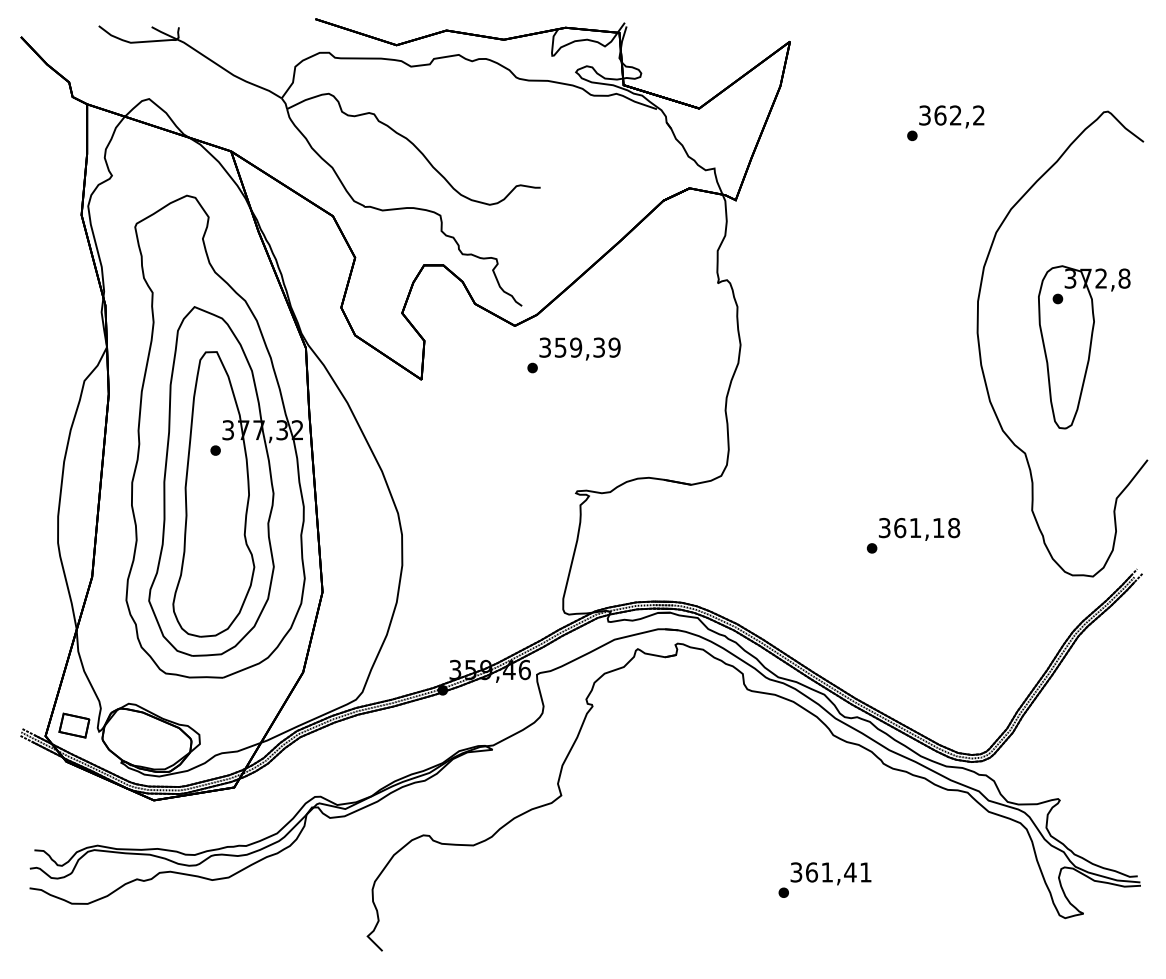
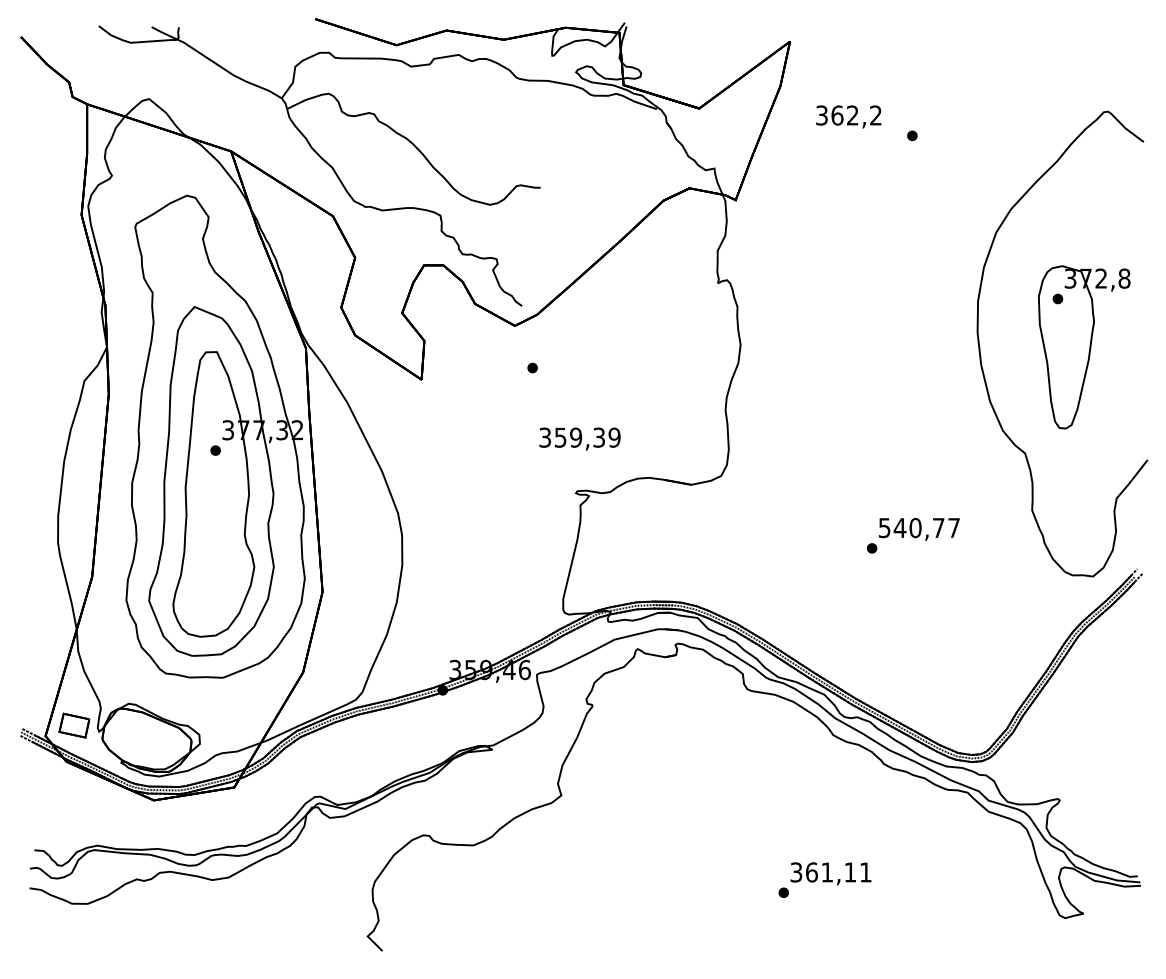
text at (951, 116) position: (951, 116) -> (848, 116)
text at (579, 348) position: (579, 348) -> (579, 438)
text at (919, 527): 361,18 -> 540,77
text at (850, 872): 361,41 -> 361,11
